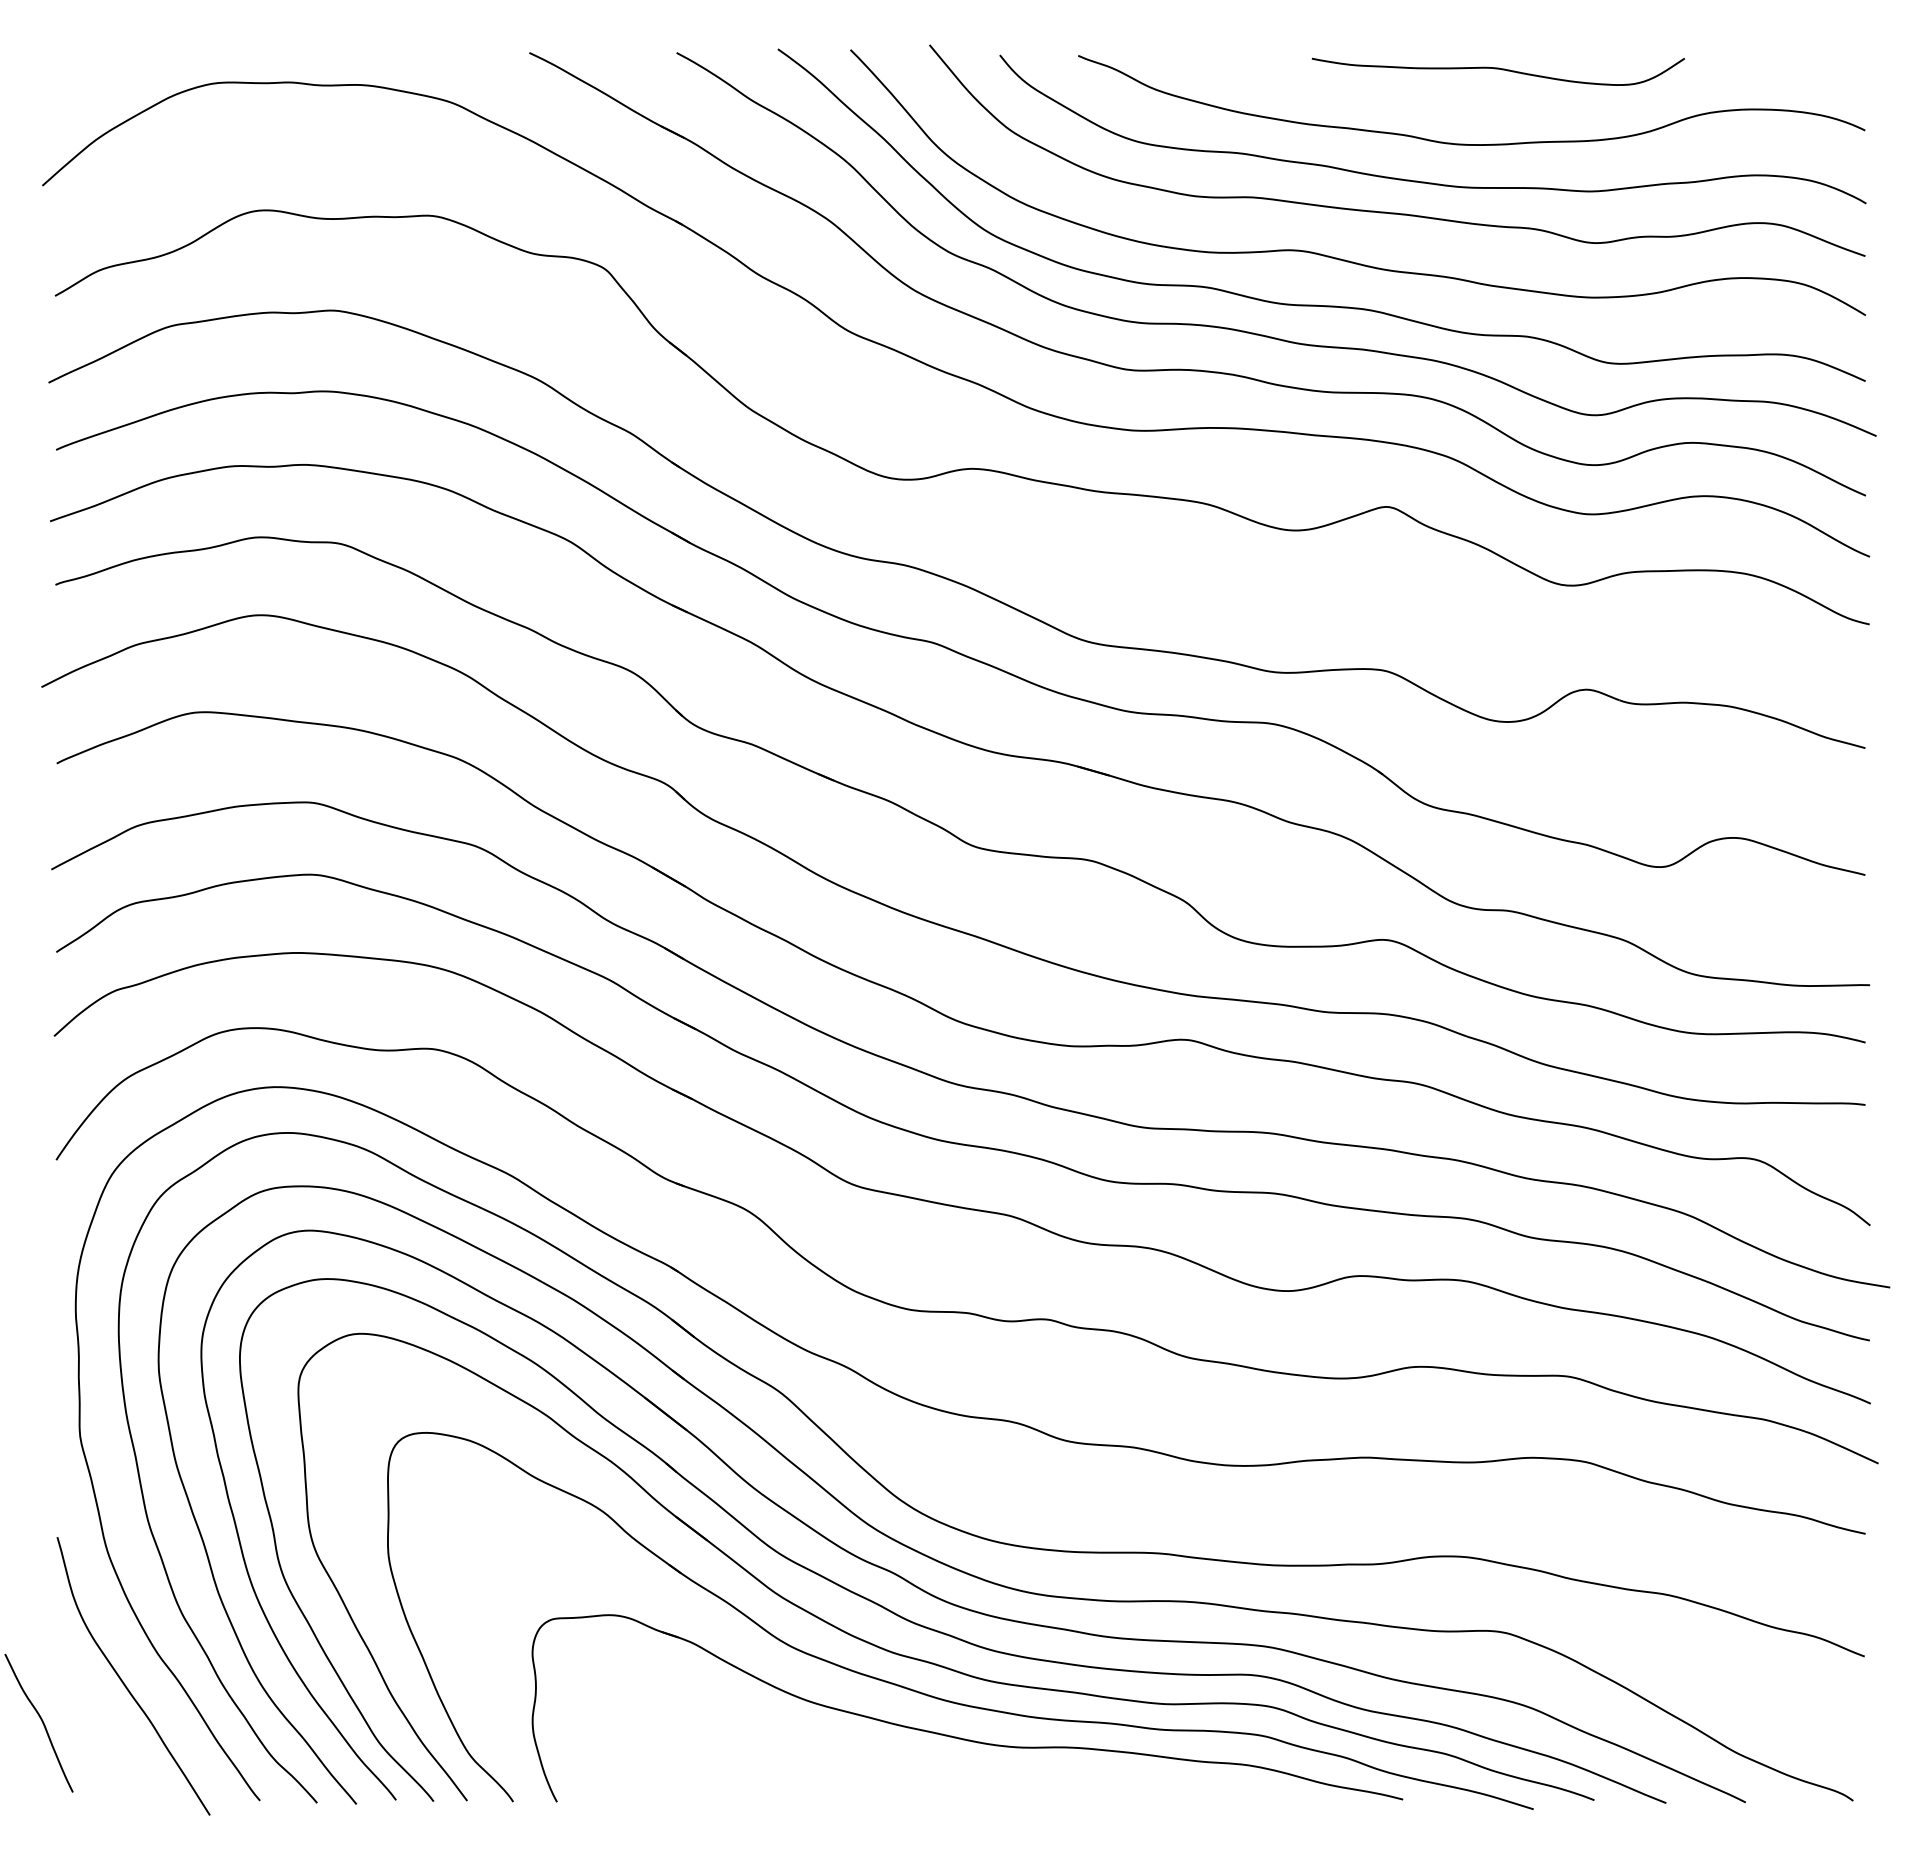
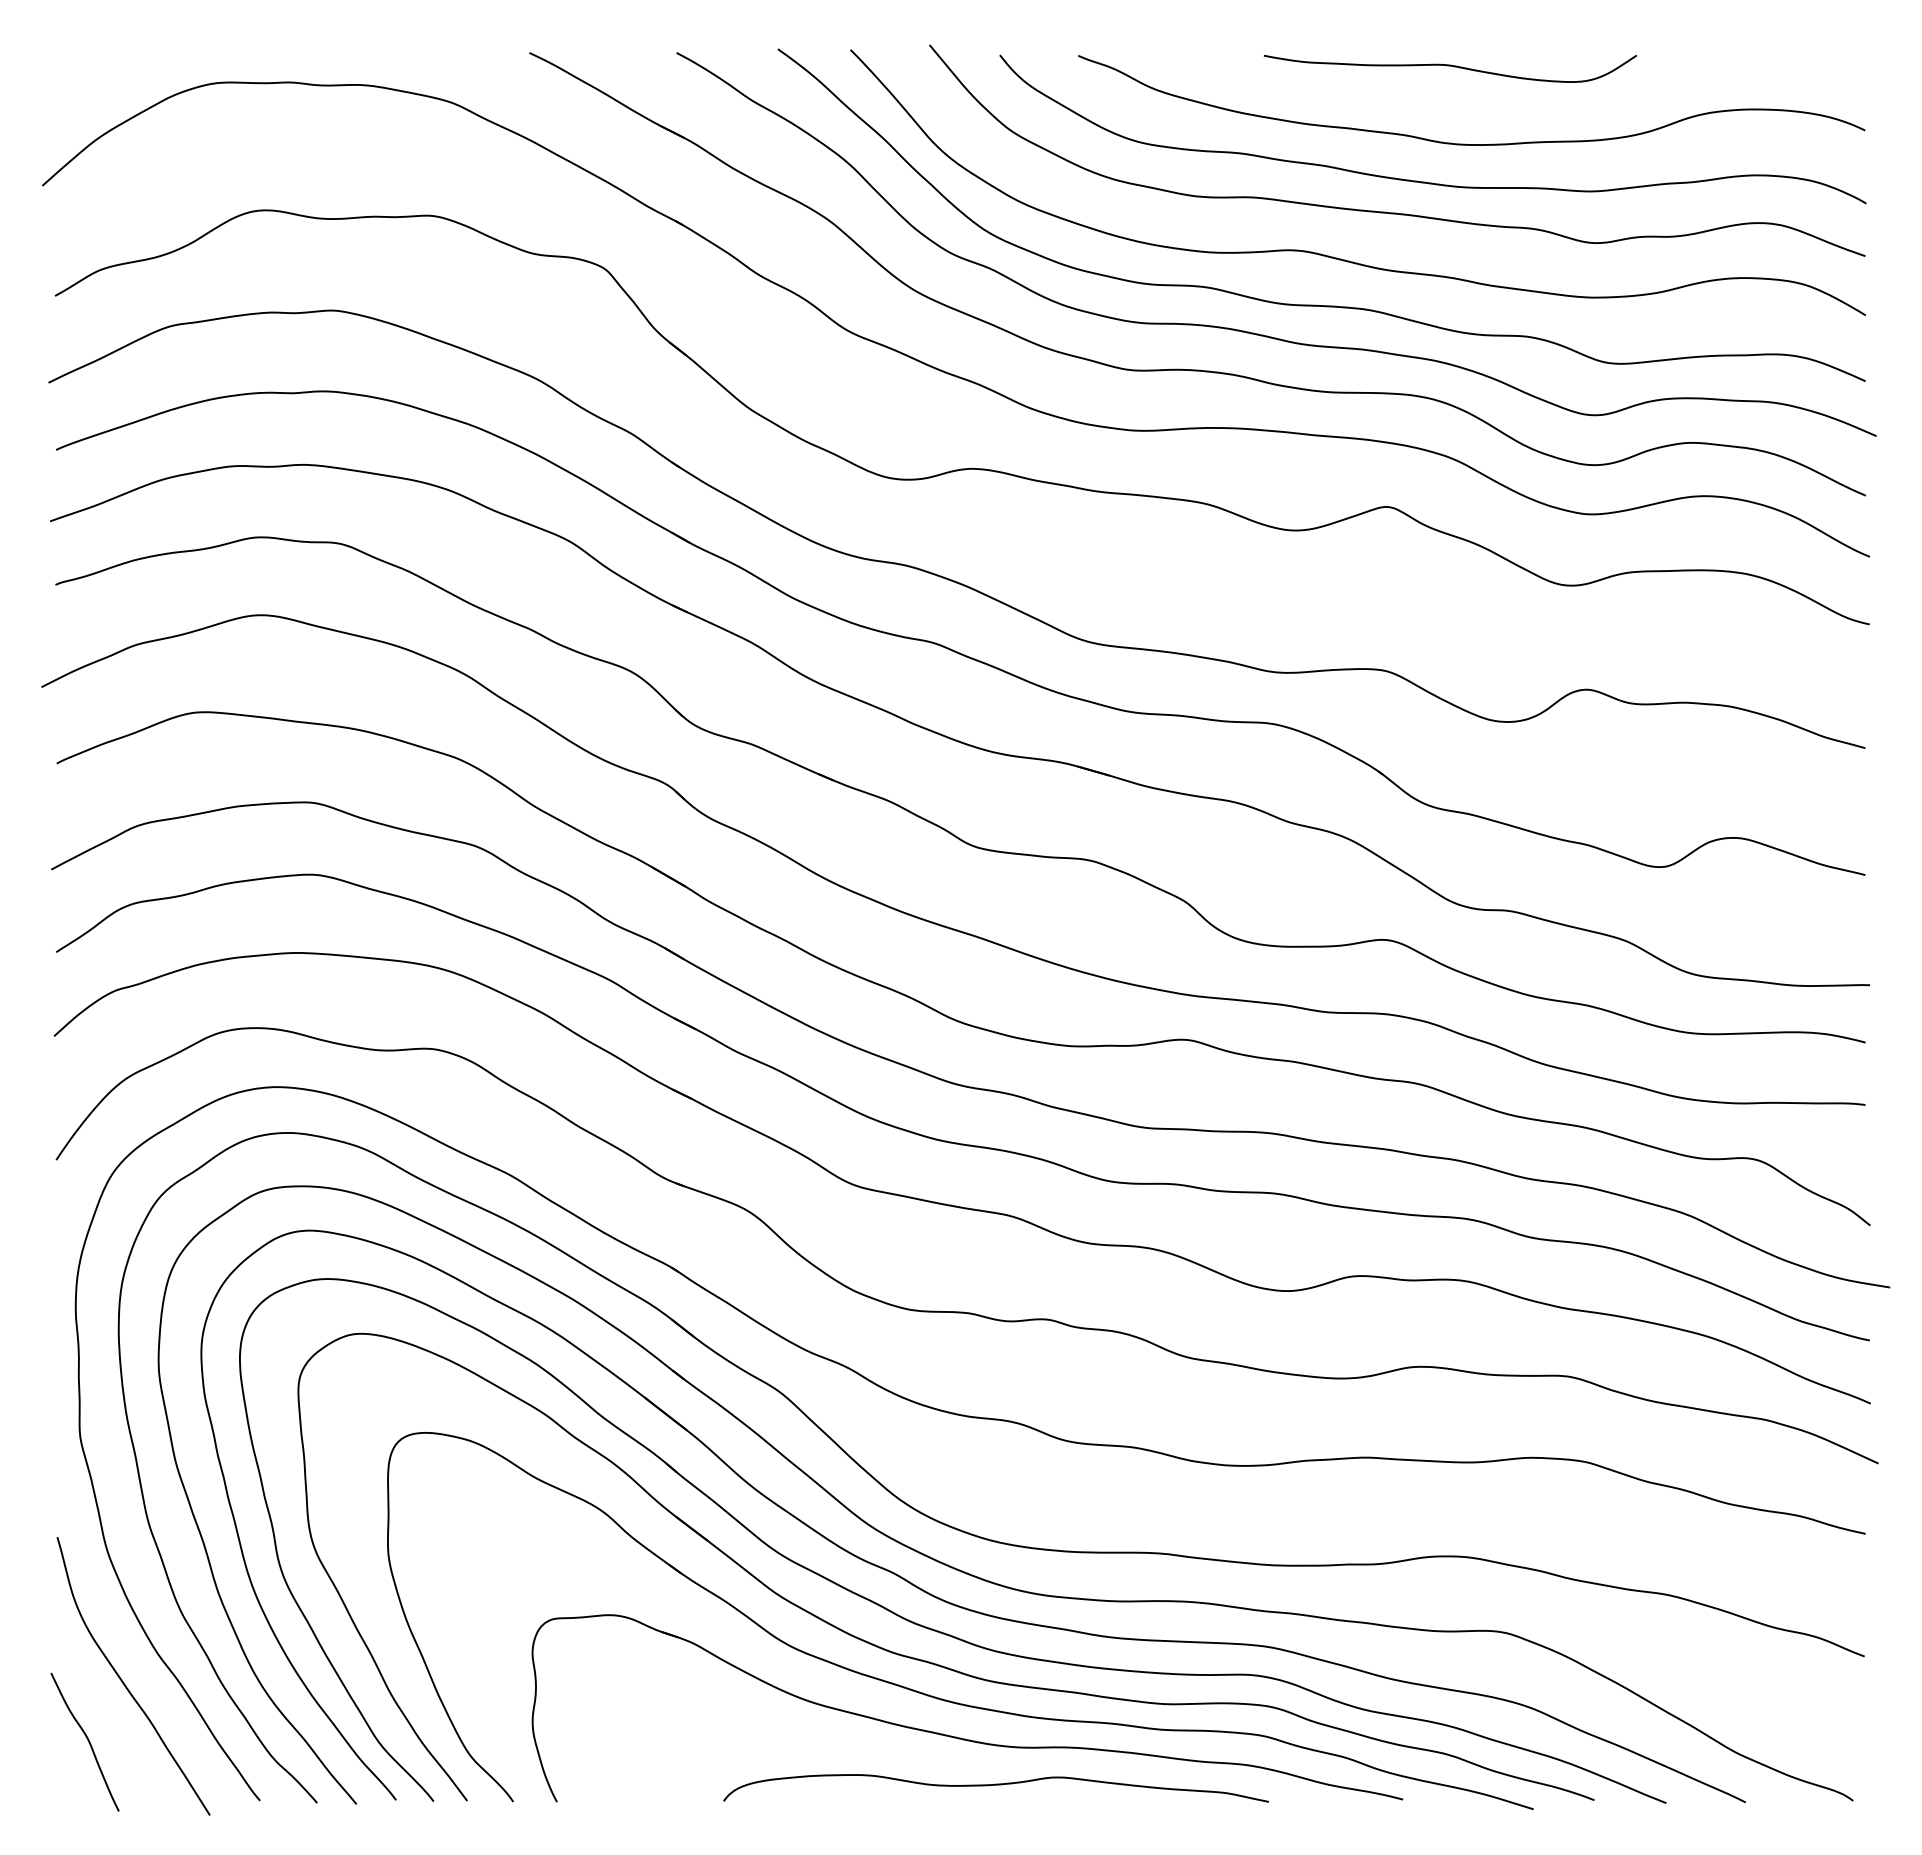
curve at (1497, 69) position: (1497, 69) -> (1449, 66)
curve at (41, 1721) position: (41, 1721) -> (87, 1740)
curve at (995, 1785): none -> present
